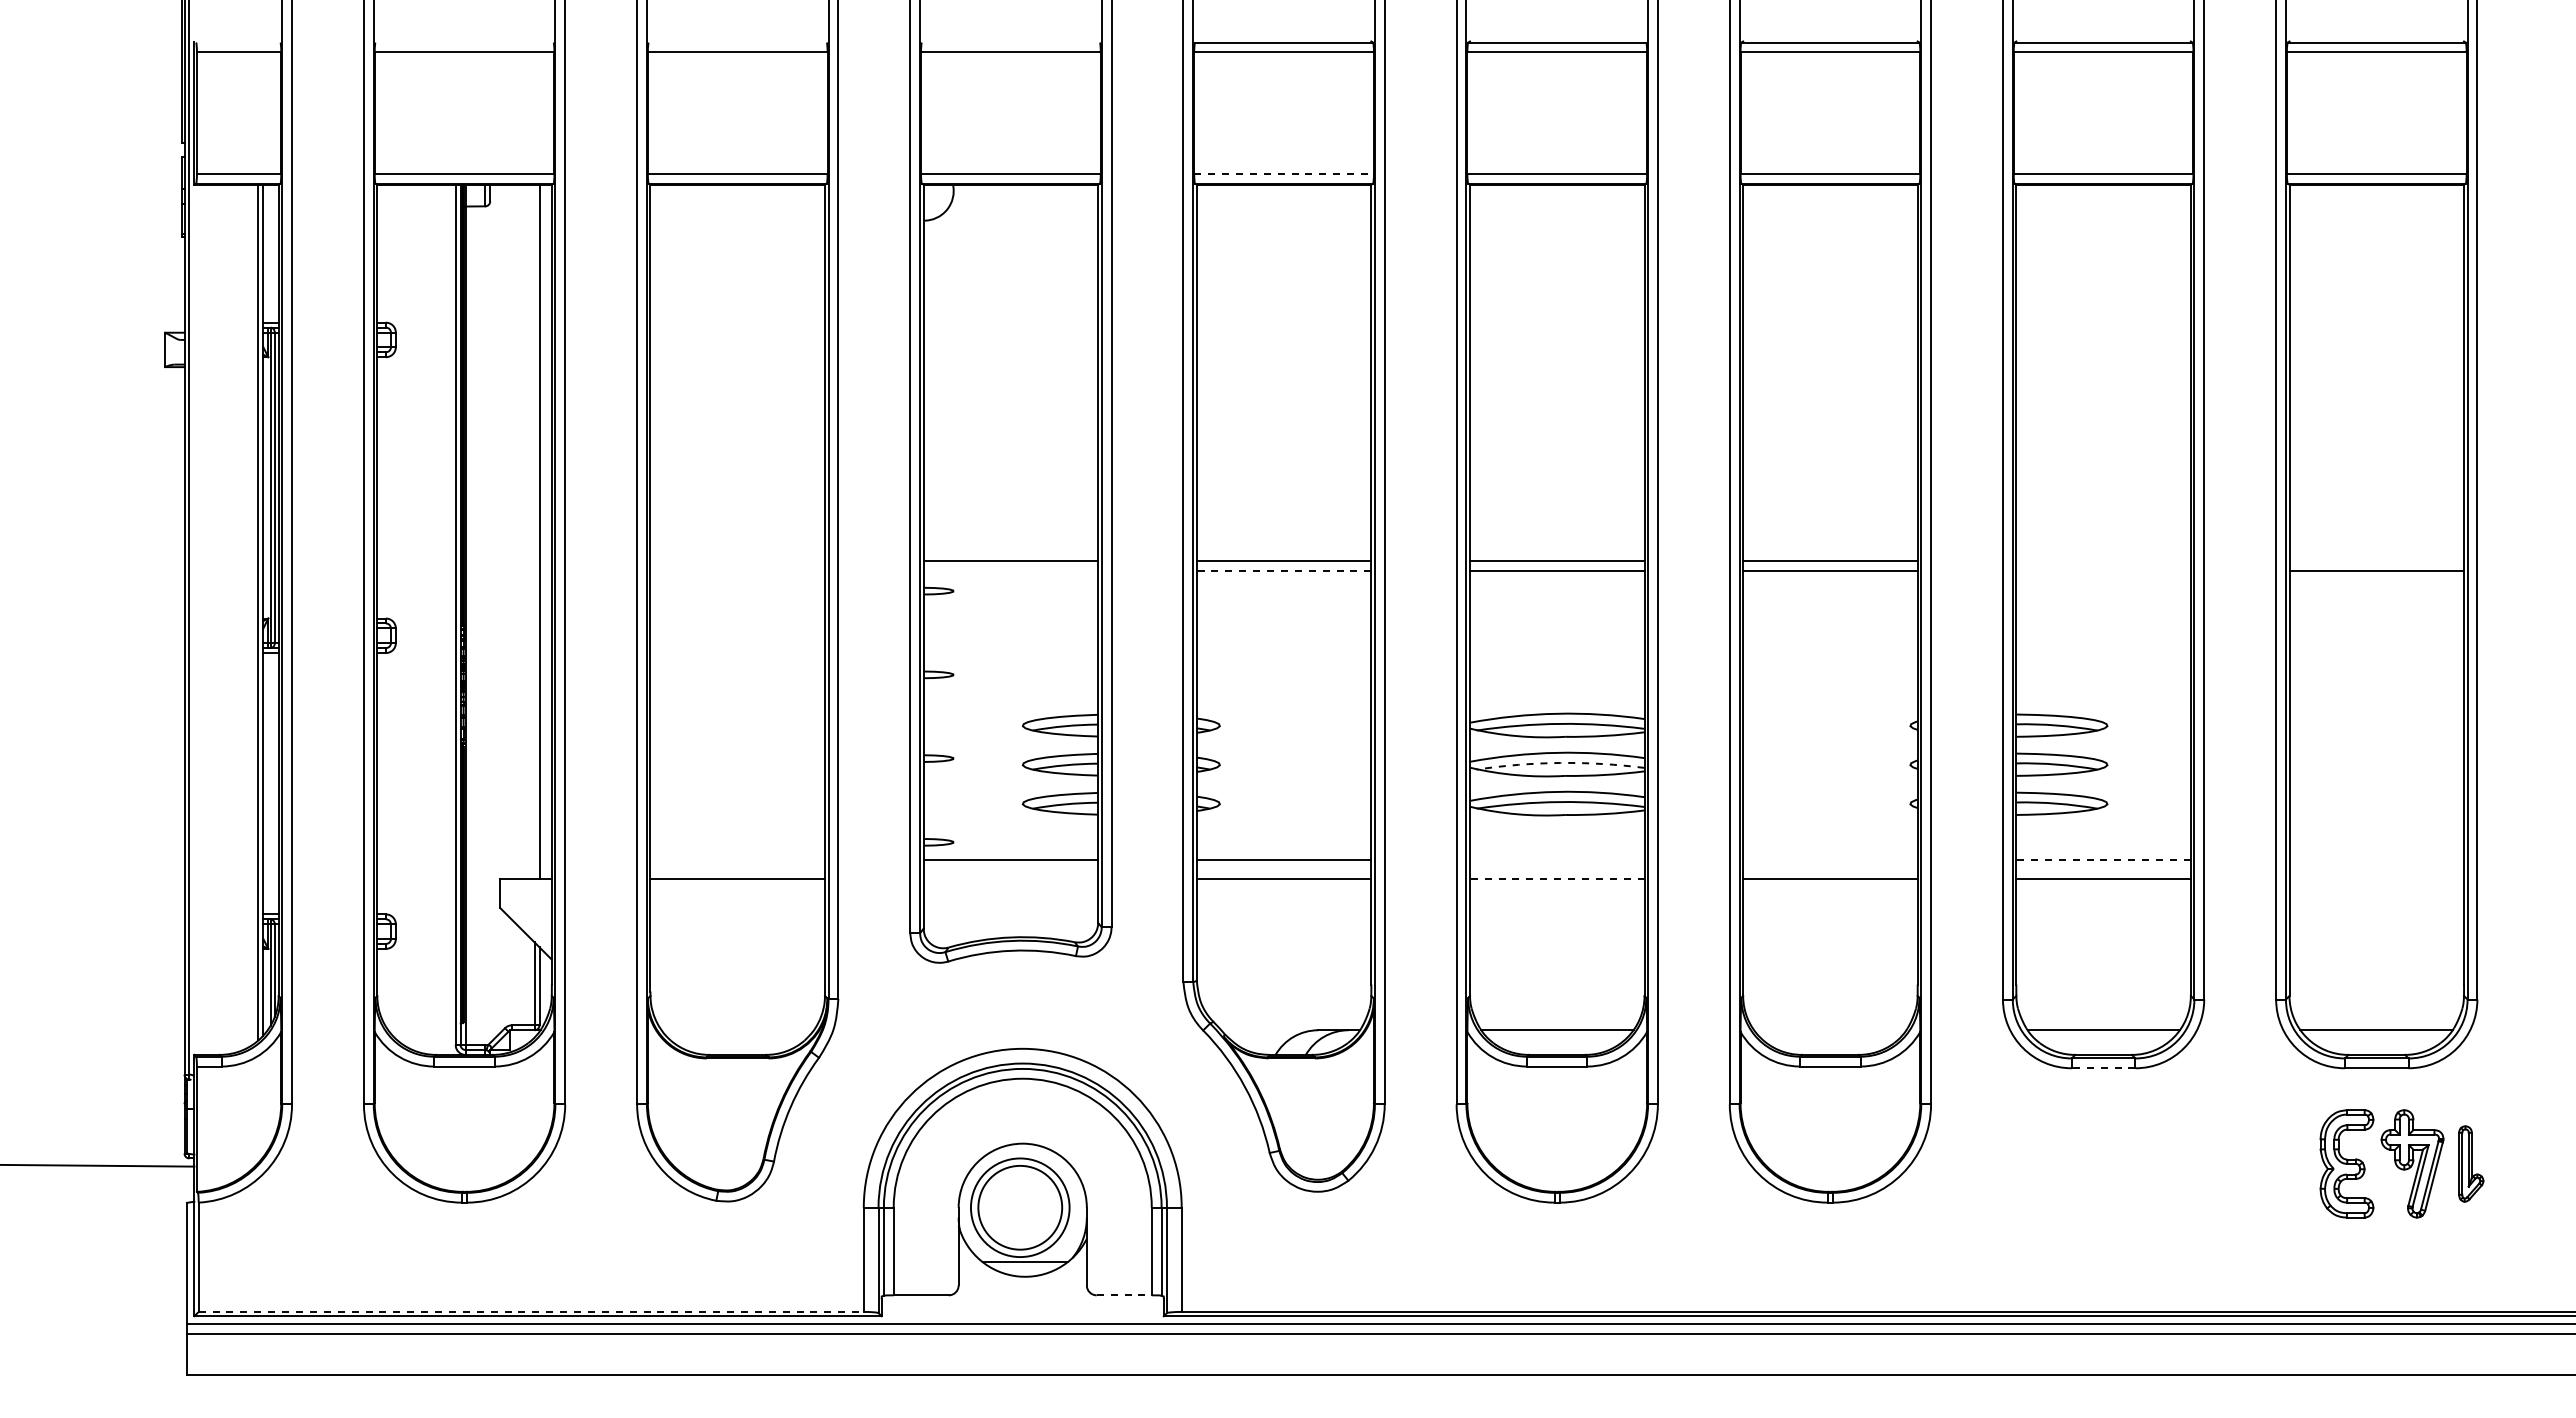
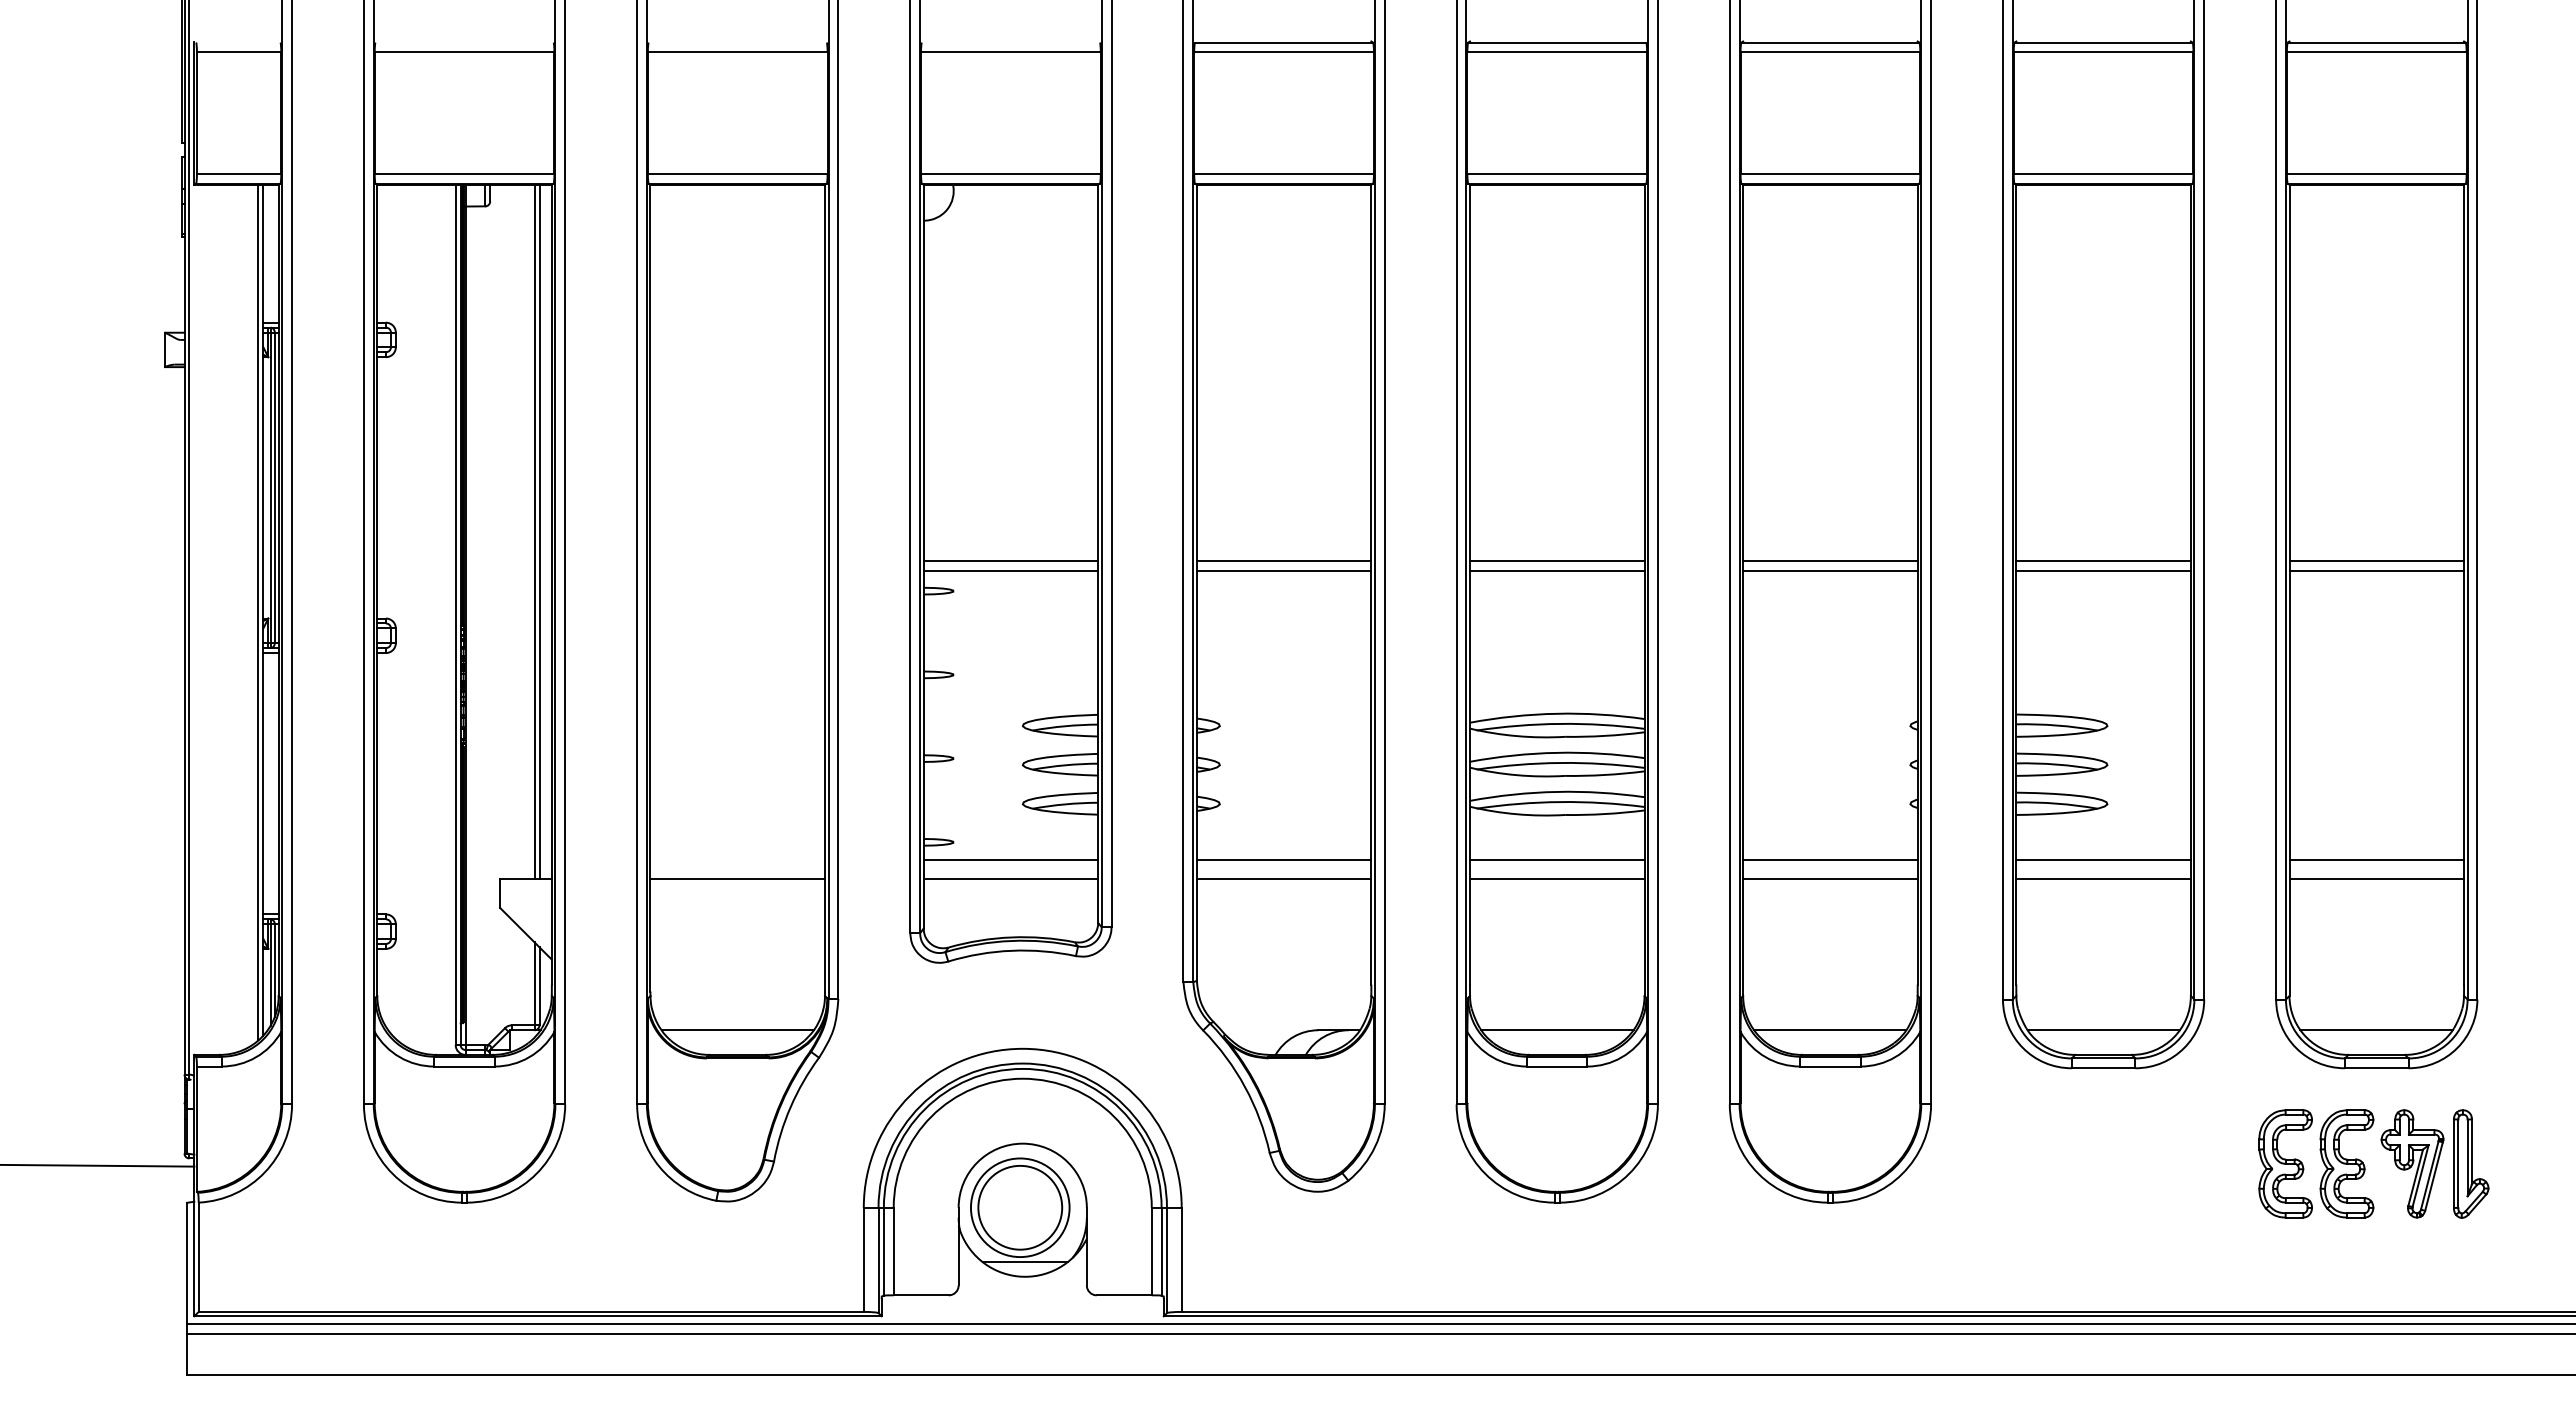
line at (1284, 173): dashed -> solid
line at (534, 531): none -> present
line at (2103, 560): none -> present
line at (2376, 560): none -> present
line at (1010, 570): none -> present
line at (1283, 570): dashed -> solid
line at (2103, 570): none -> present
arc at (1560, 762): dashed -> solid
line at (1556, 859): none -> present
line at (1830, 859): none -> present
line at (2103, 859): dashed -> solid
line at (2376, 859): none -> present
line at (1010, 879): none -> present
line at (1556, 879): dashed -> solid
line at (2376, 879): none -> present
line at (737, 1030): none -> present
line at (1830, 1030): none -> present
line at (2103, 1068): dashed -> solid
part at (2285, 1163): none -> present
part at (2471, 1163) size: 27x78 px -> 37x110 px
line at (1124, 1295): dashed -> solid
line at (531, 1311): dashed -> solid
